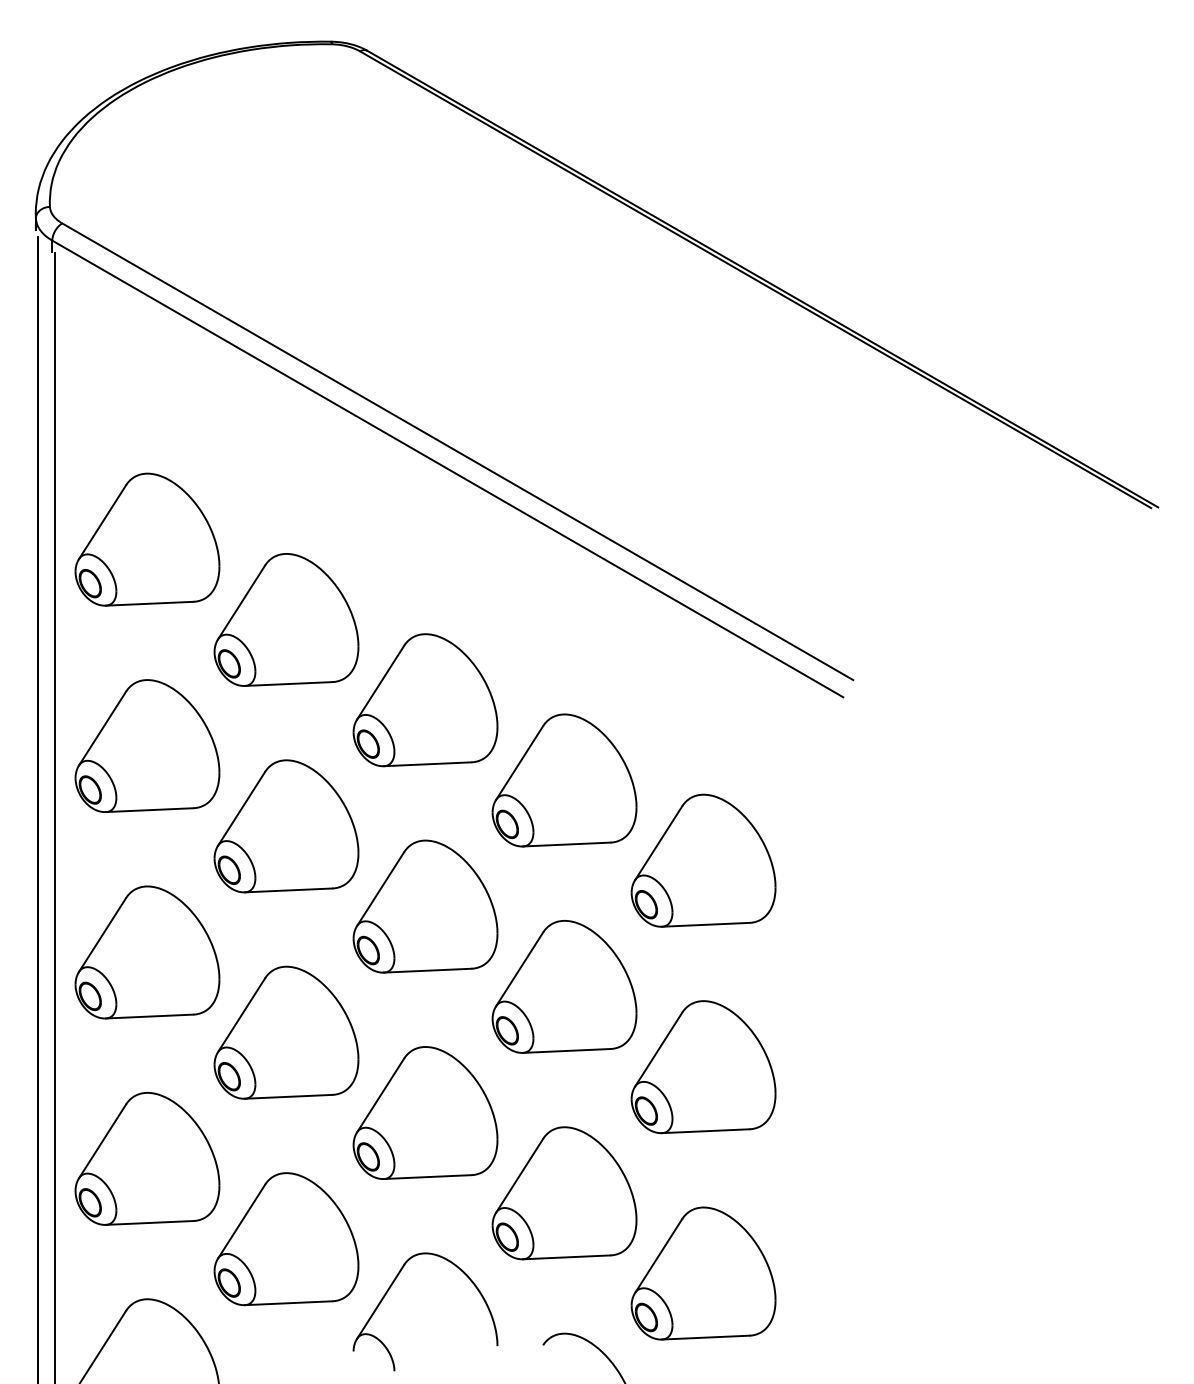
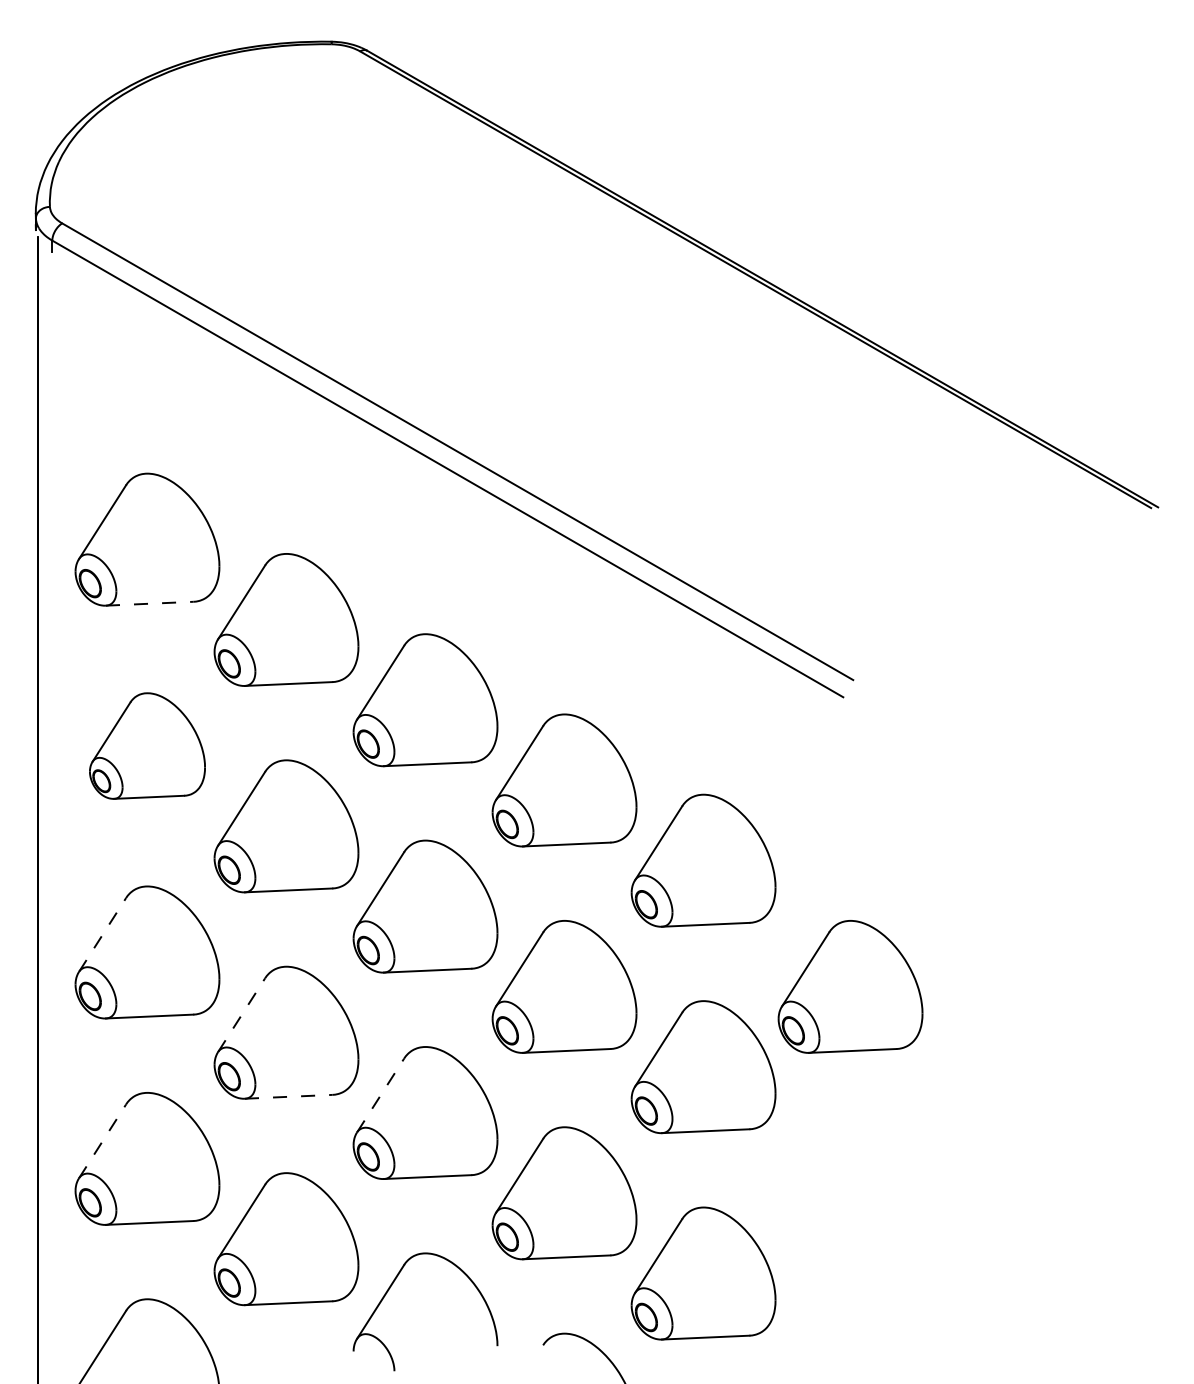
line at (149, 603): solid -> dashed
part at (147, 745) size: 147x134 px -> 117x108 px
line at (54, 816): present -> none
line at (102, 935): solid -> dashed
part at (850, 986): none -> present
line at (241, 1015): solid -> dashed
line at (380, 1095): solid -> dashed
line at (288, 1096): solid -> dashed
line at (102, 1141): solid -> dashed
